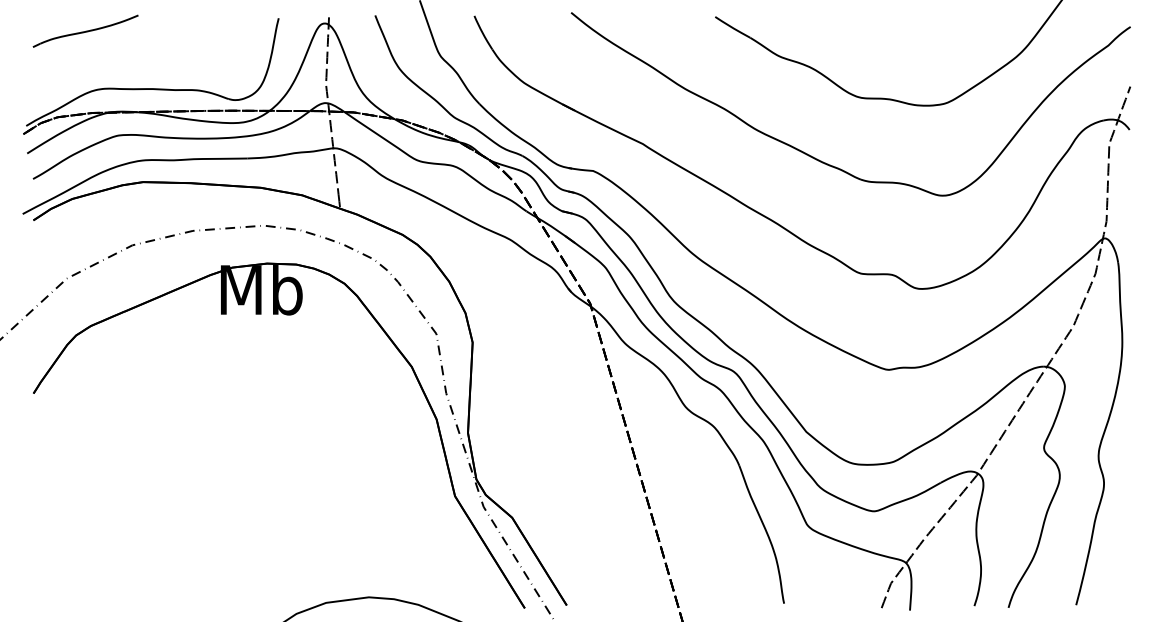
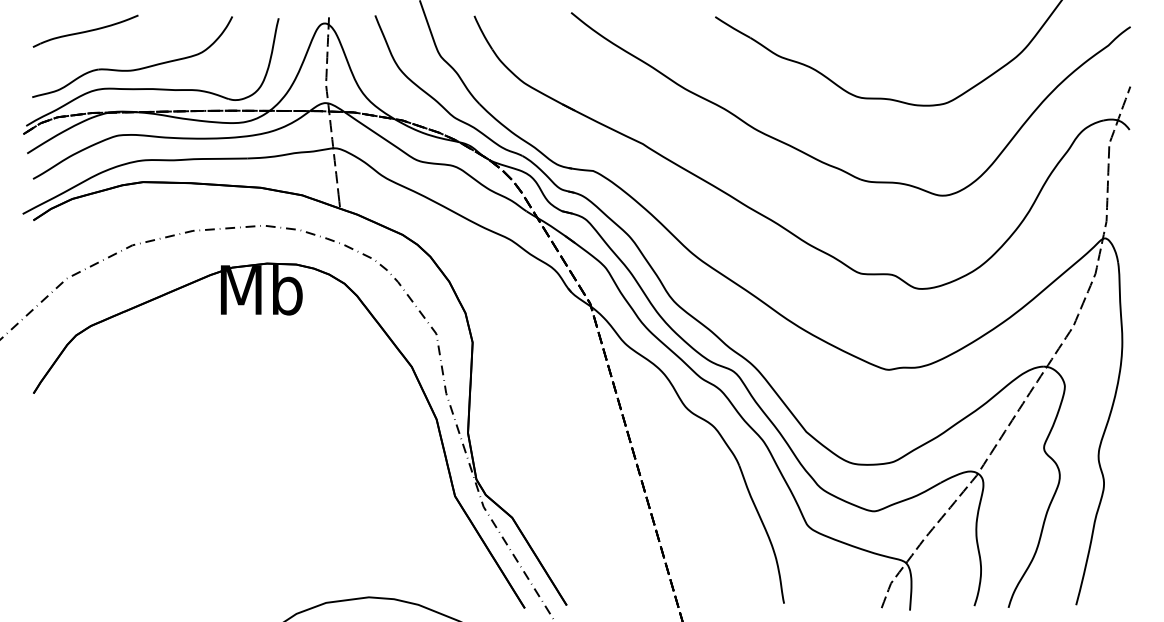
part at (136, 68): none -> present
